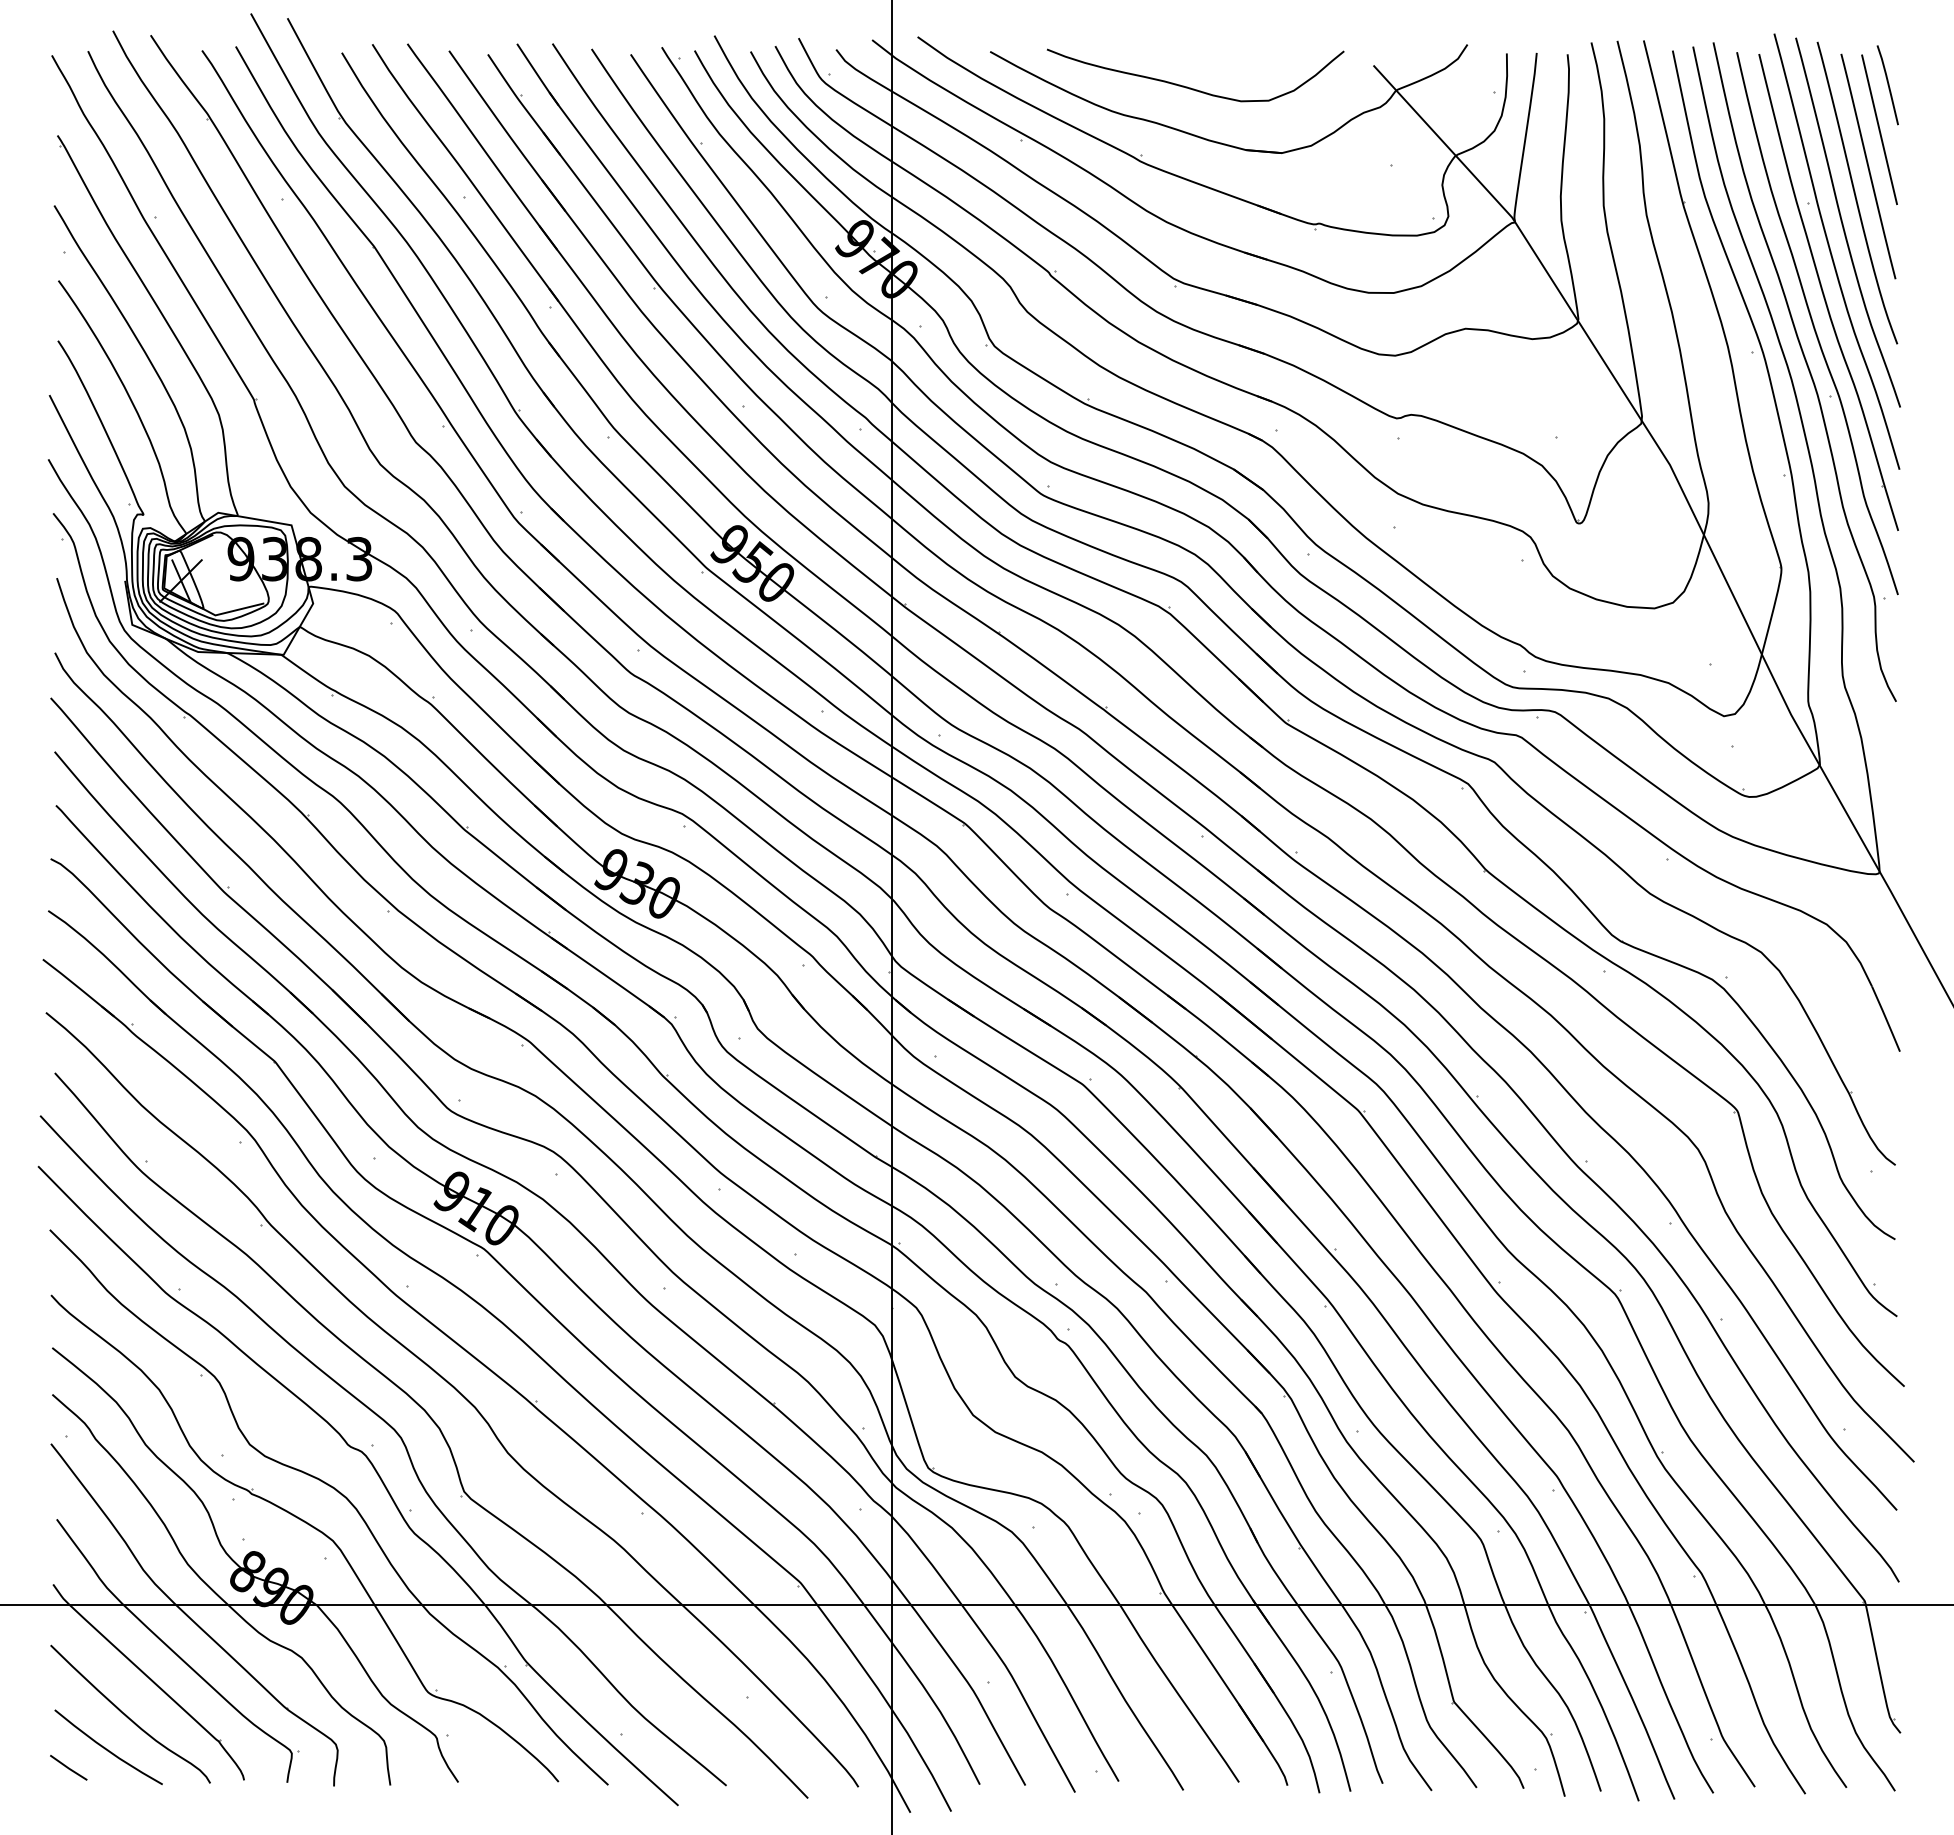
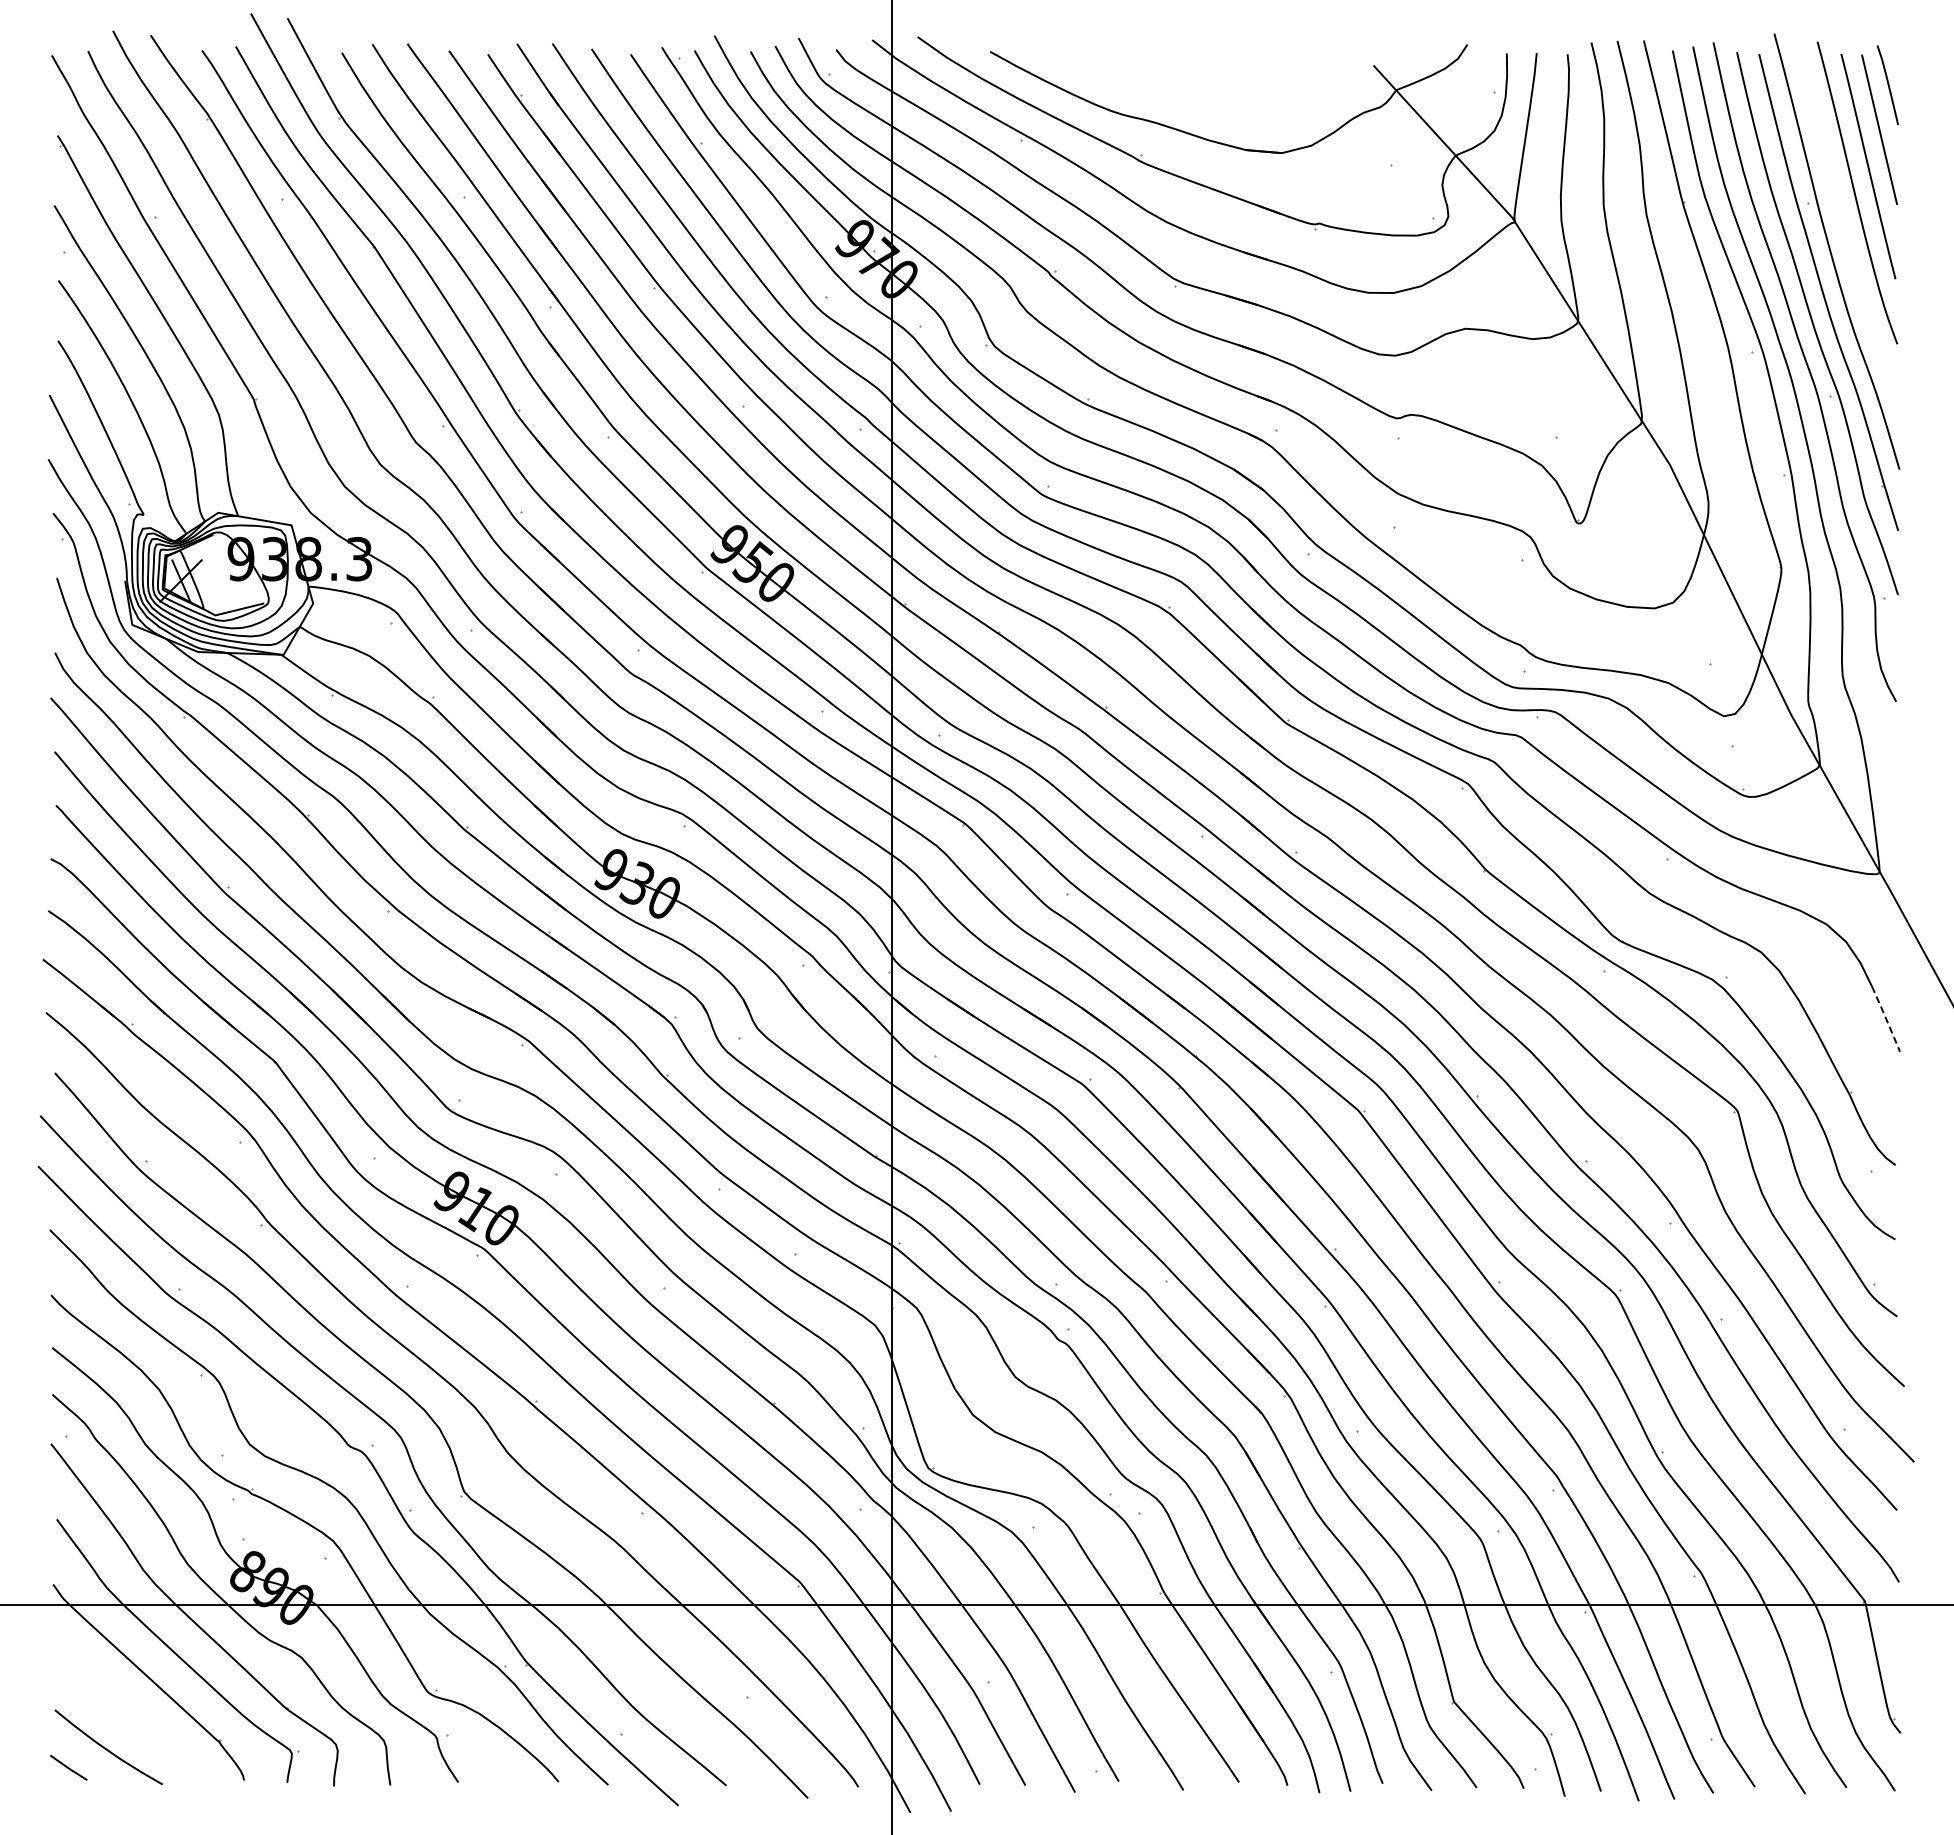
curve at (1190, 87): present -> none
curve at (1843, 223): present -> none
line at (1886, 1019): solid -> dashed
curve at (127, 1715): present -> none
